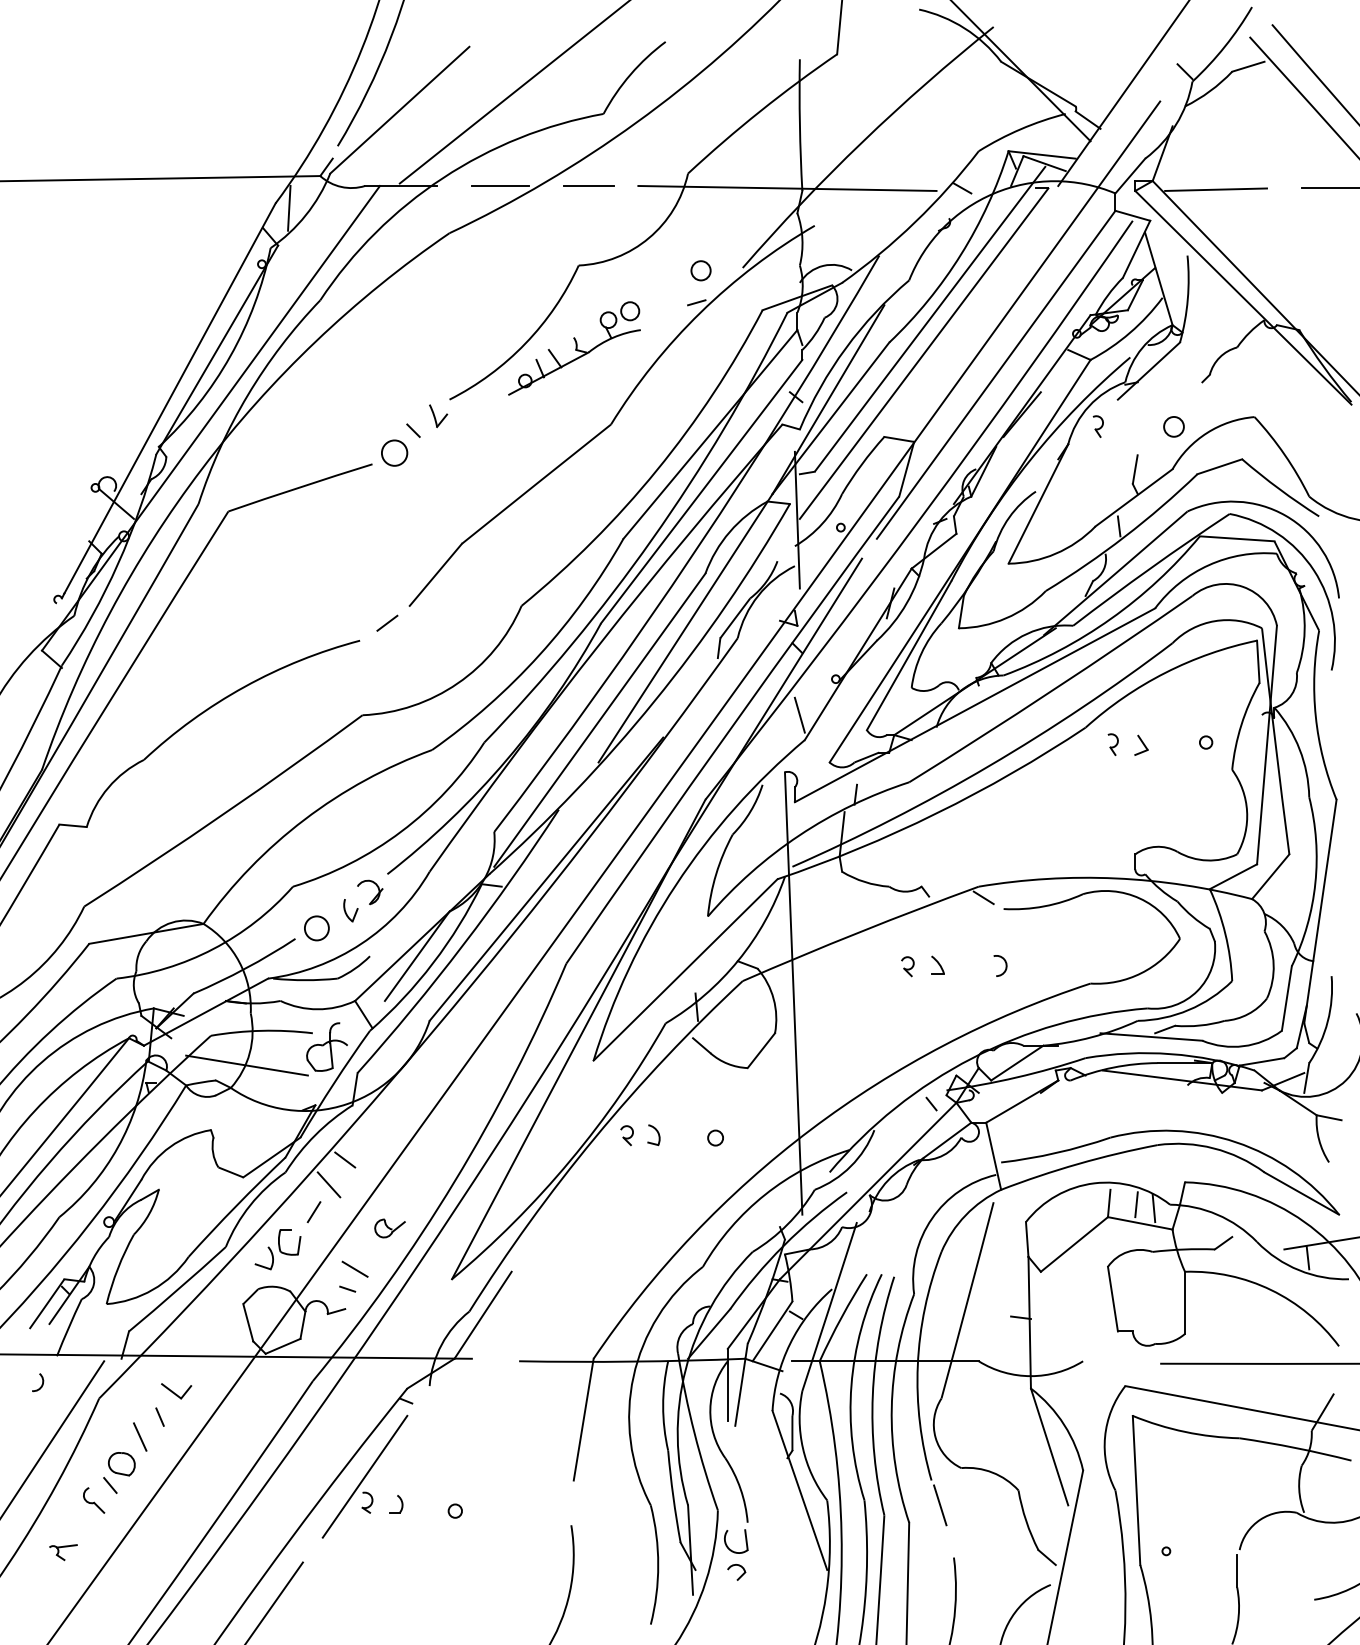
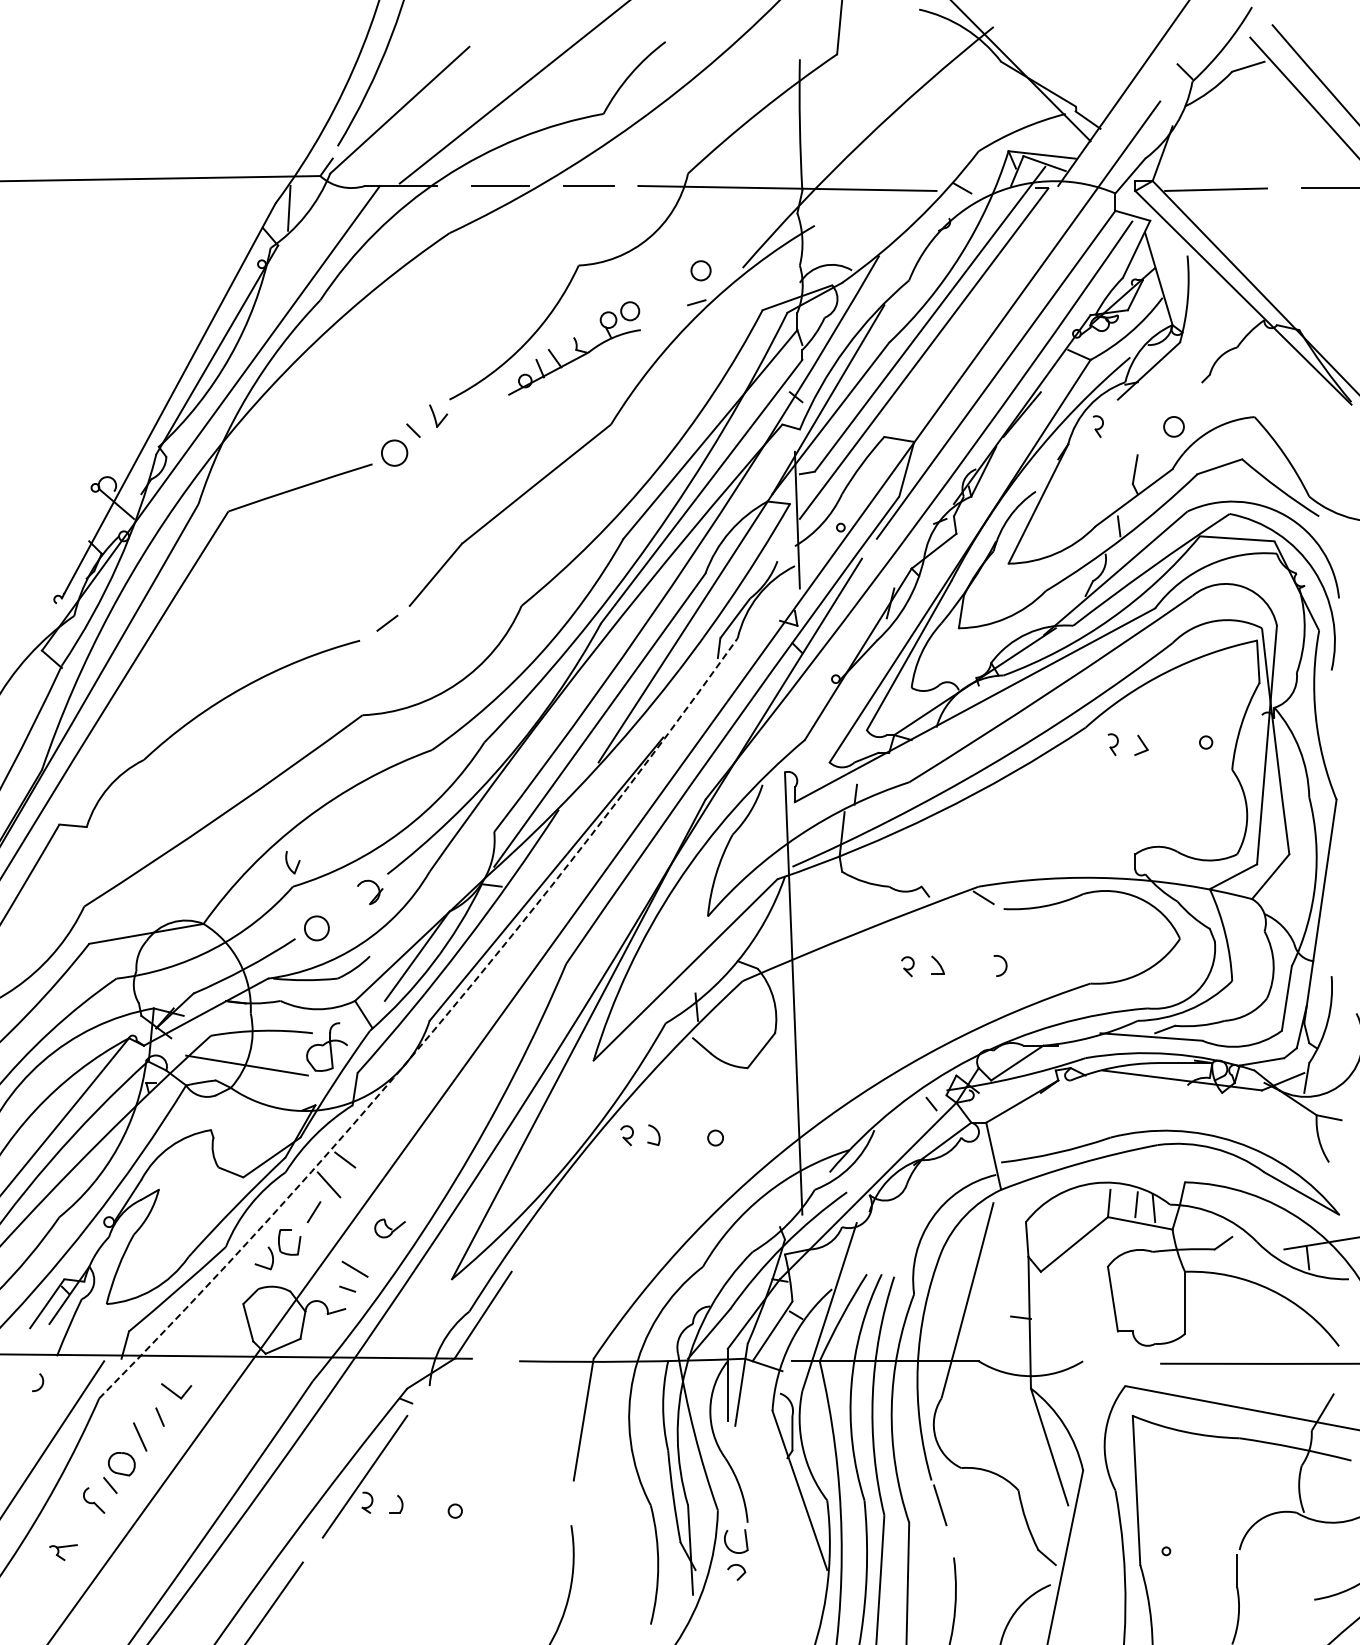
line at (799, 714): present -> none
part at (350, 910) position: (350, 910) -> (292, 862)
arc at (433, 1030): solid -> dashed
